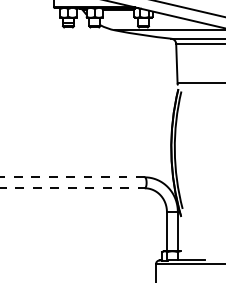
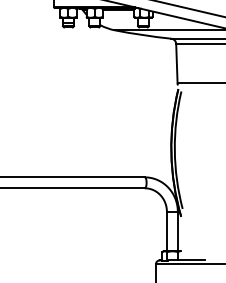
line at (72, 177): dashed -> solid
line at (73, 188): dashed -> solid
